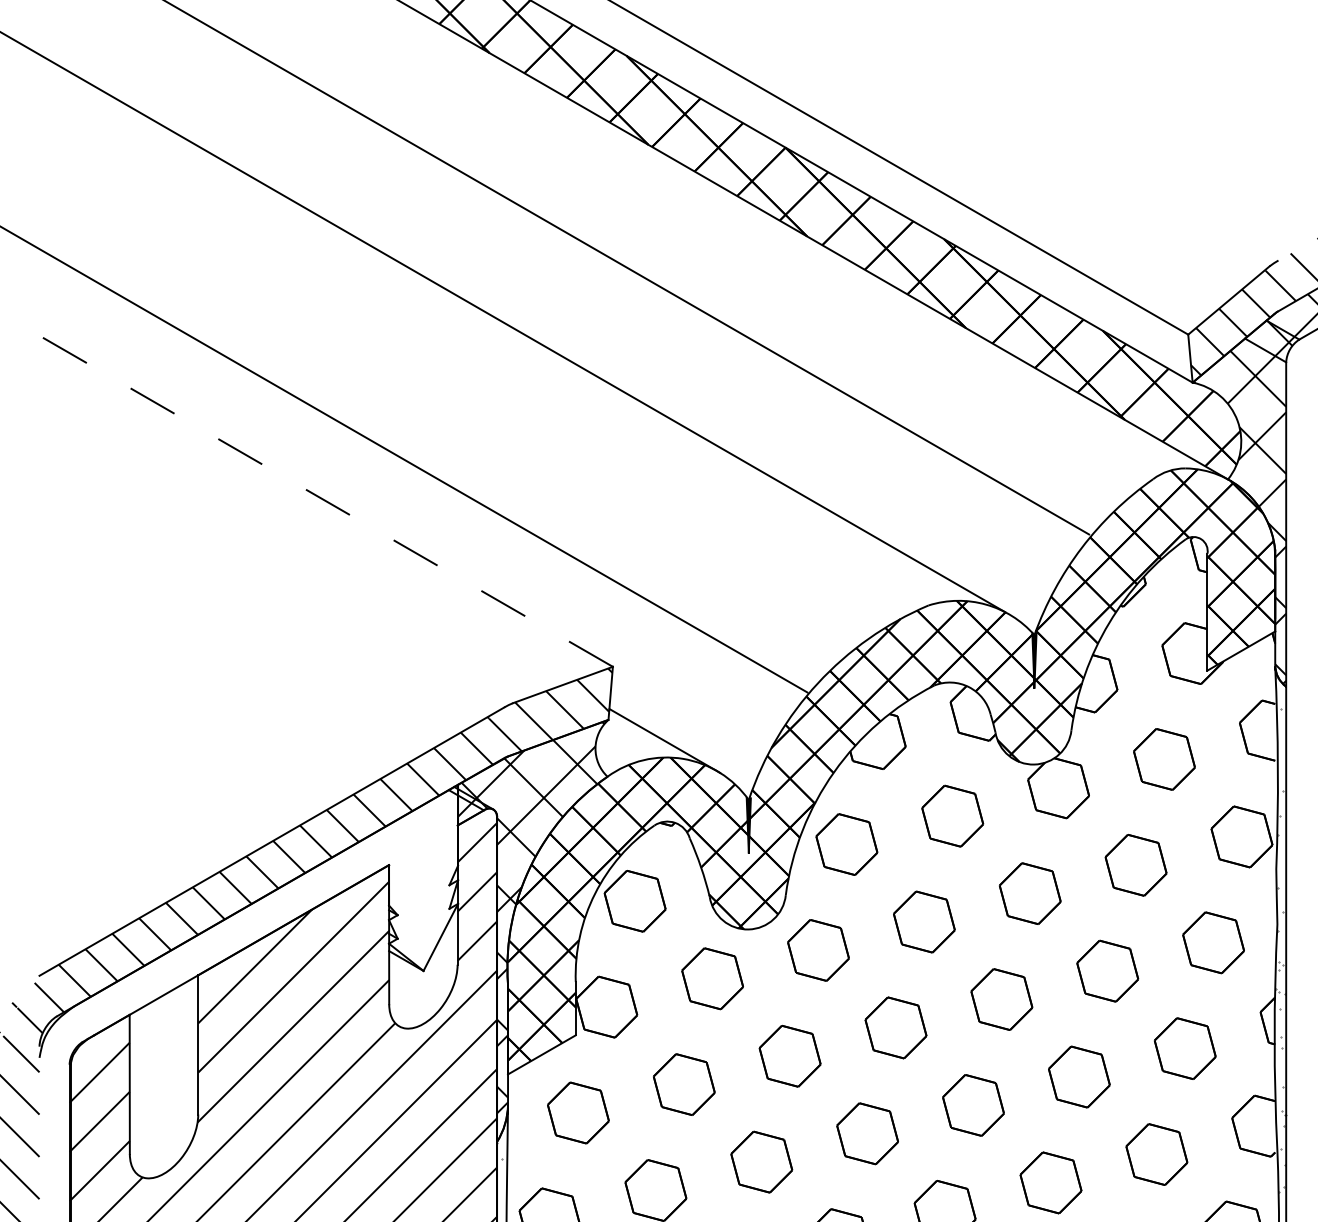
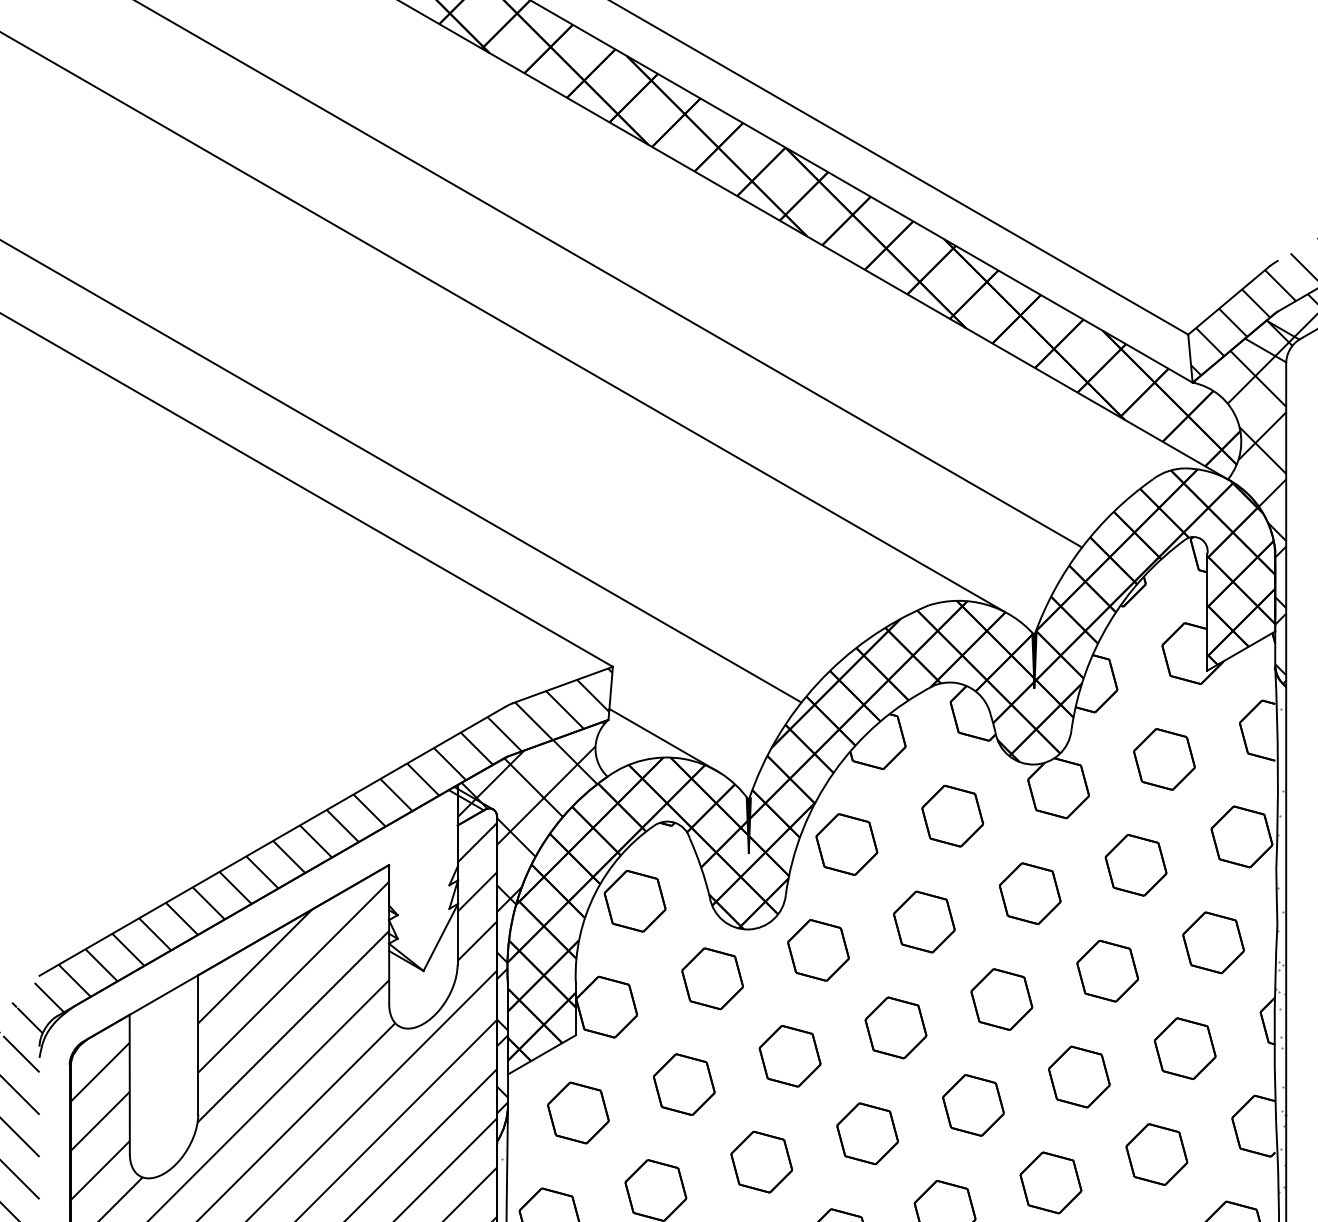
line at (628, 268) position: (628, 268) -> (610, 274)
line at (404, 459) position: (404, 459) -> (401, 471)
line at (306, 489): dashed -> solid
